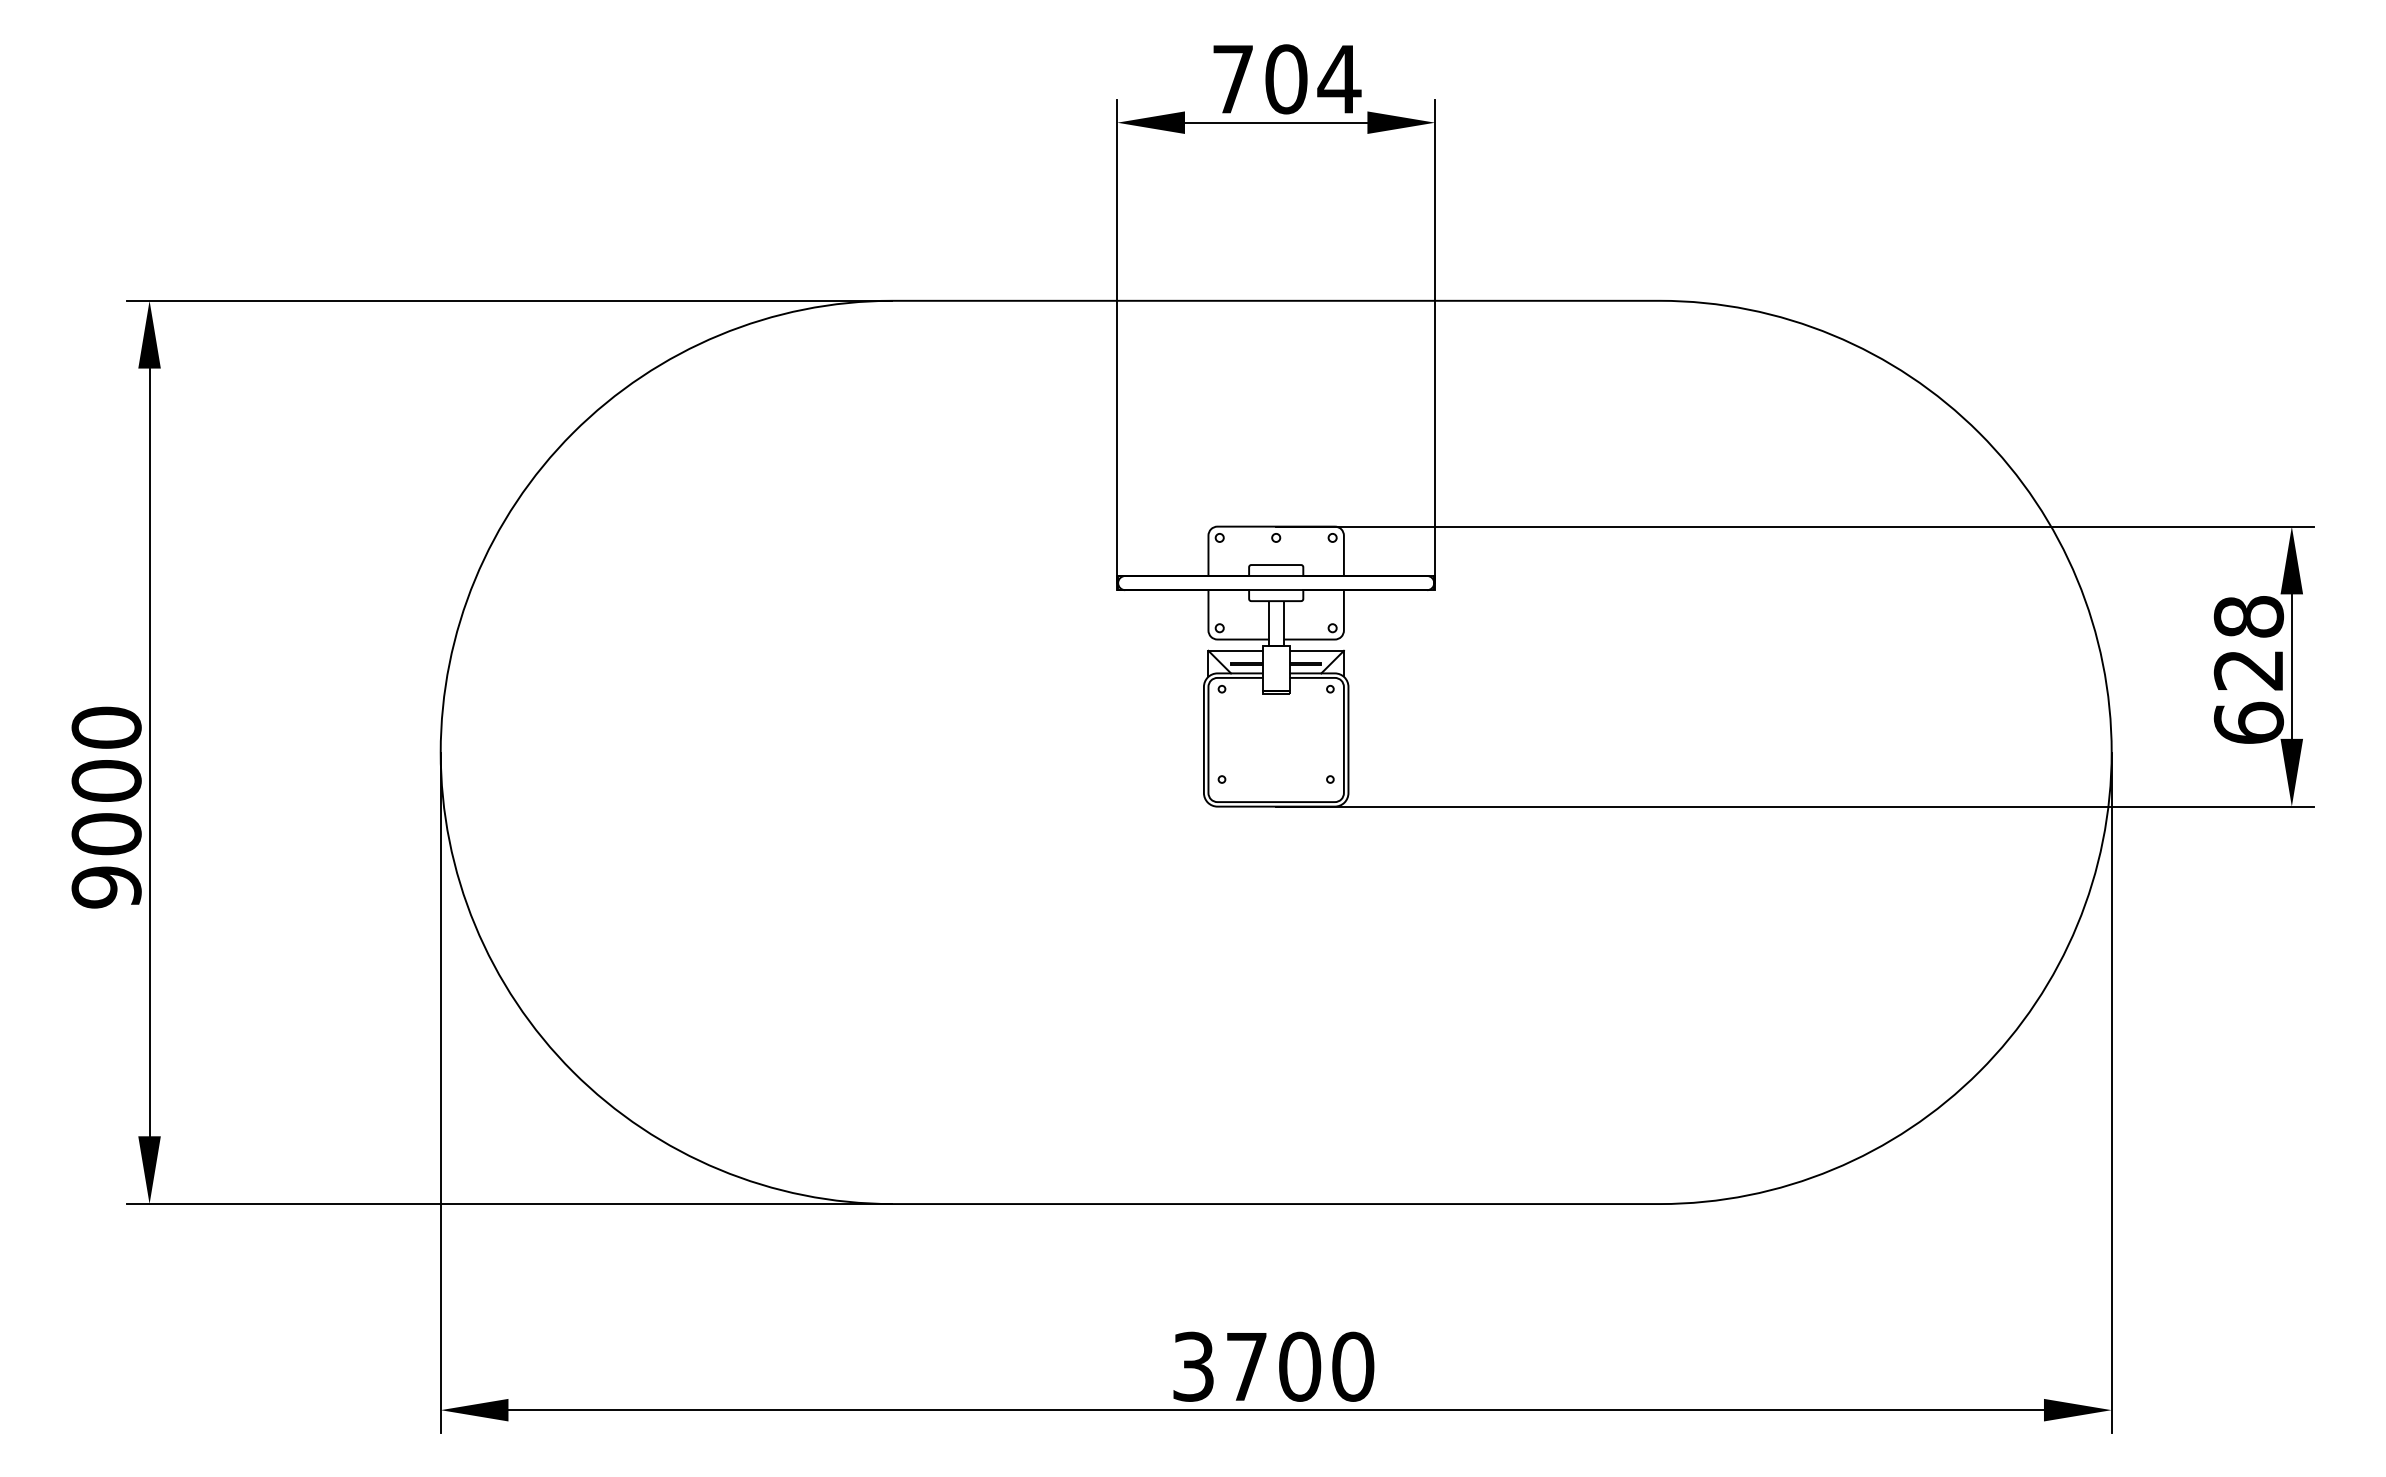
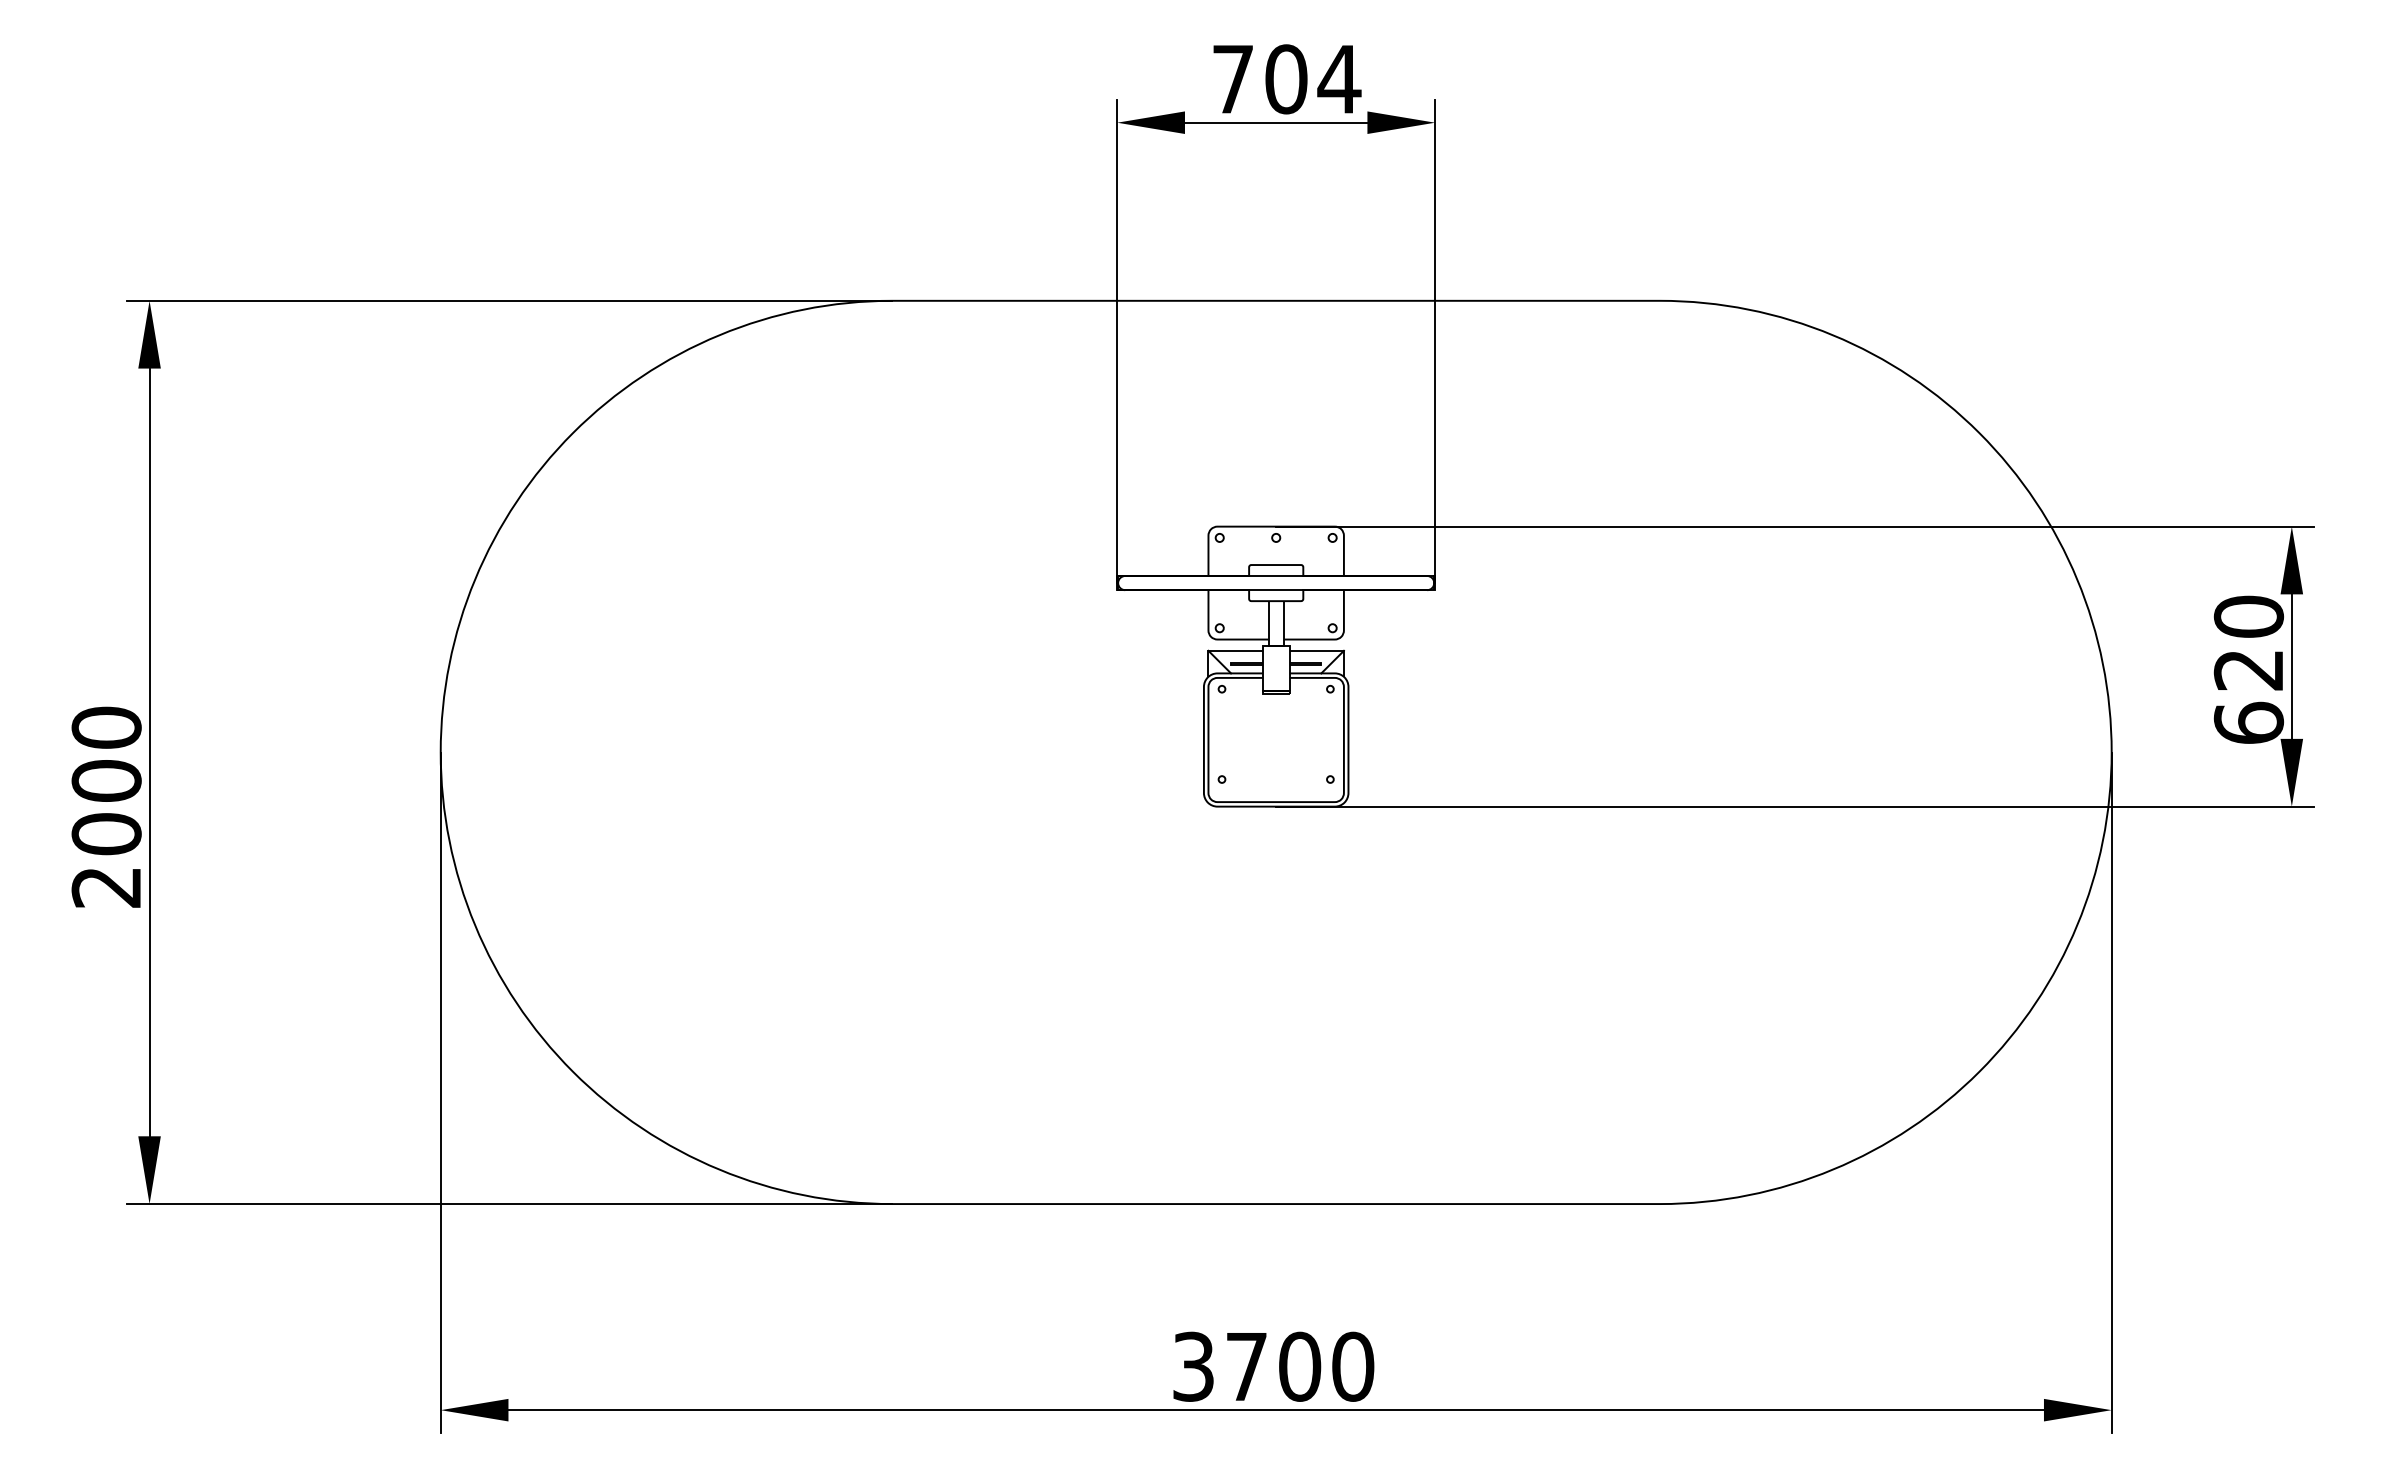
text at (2248, 616): 628 -> 620
text at (106, 887): 9000 -> 2000
